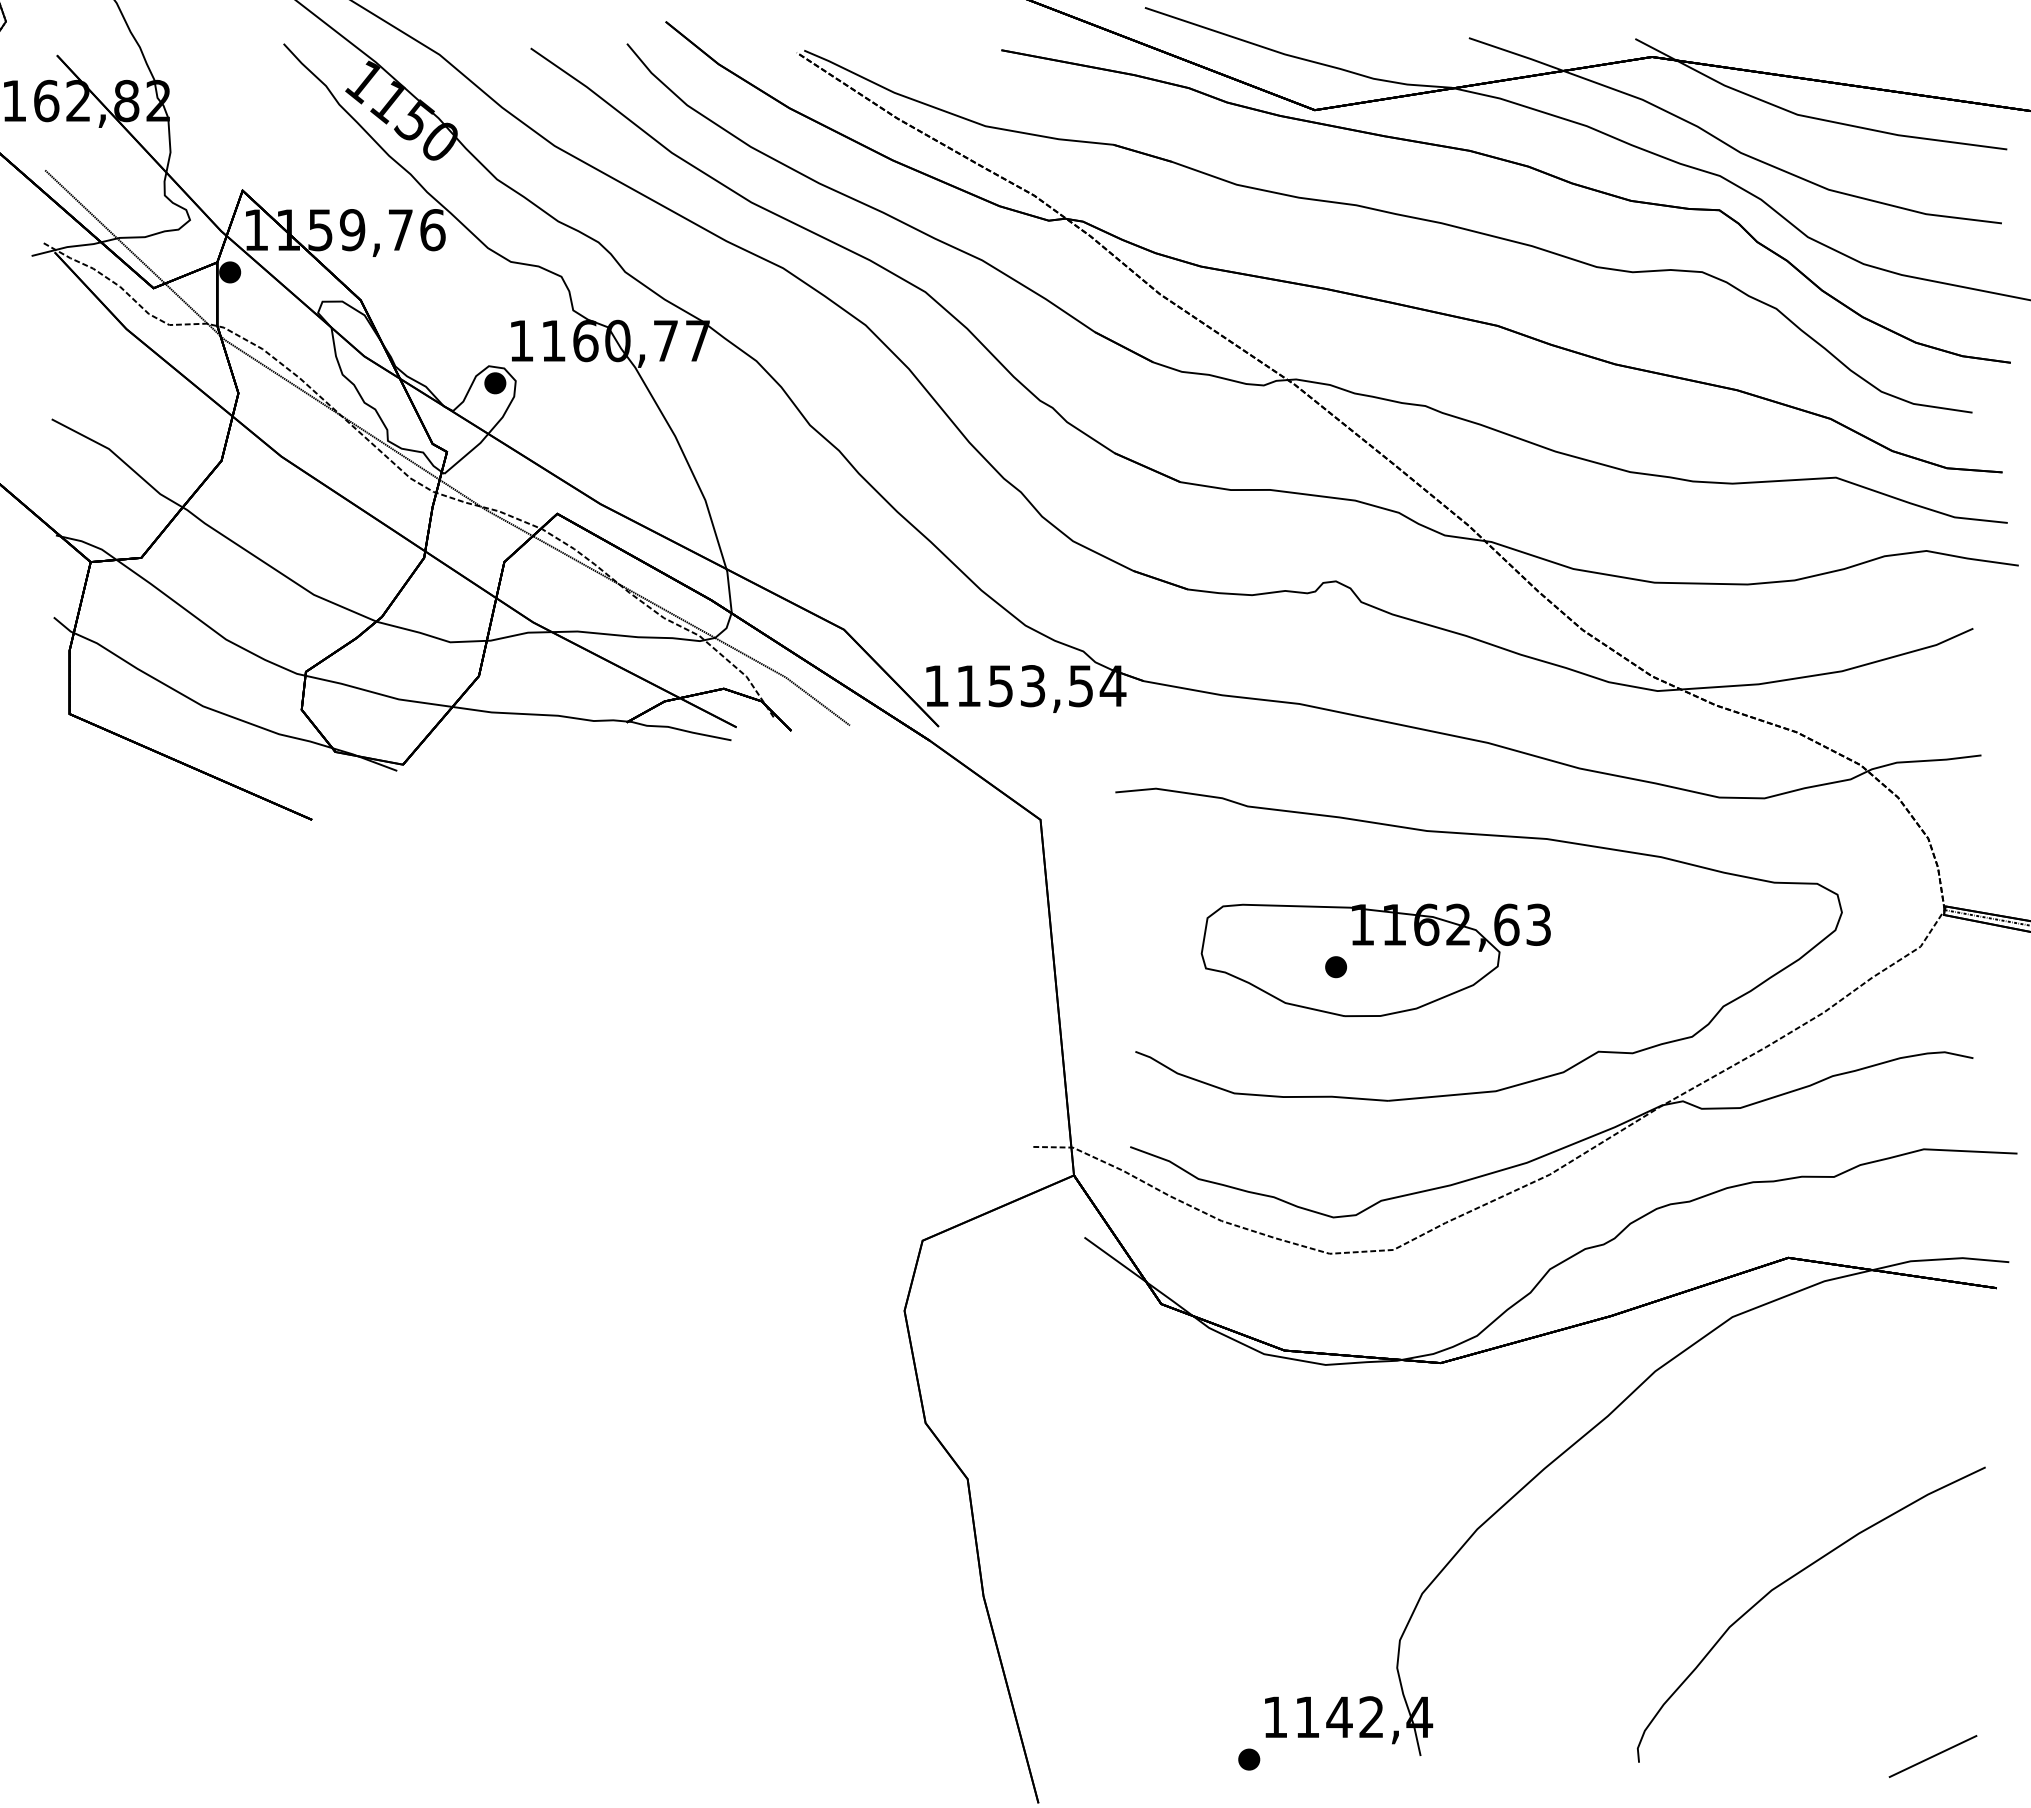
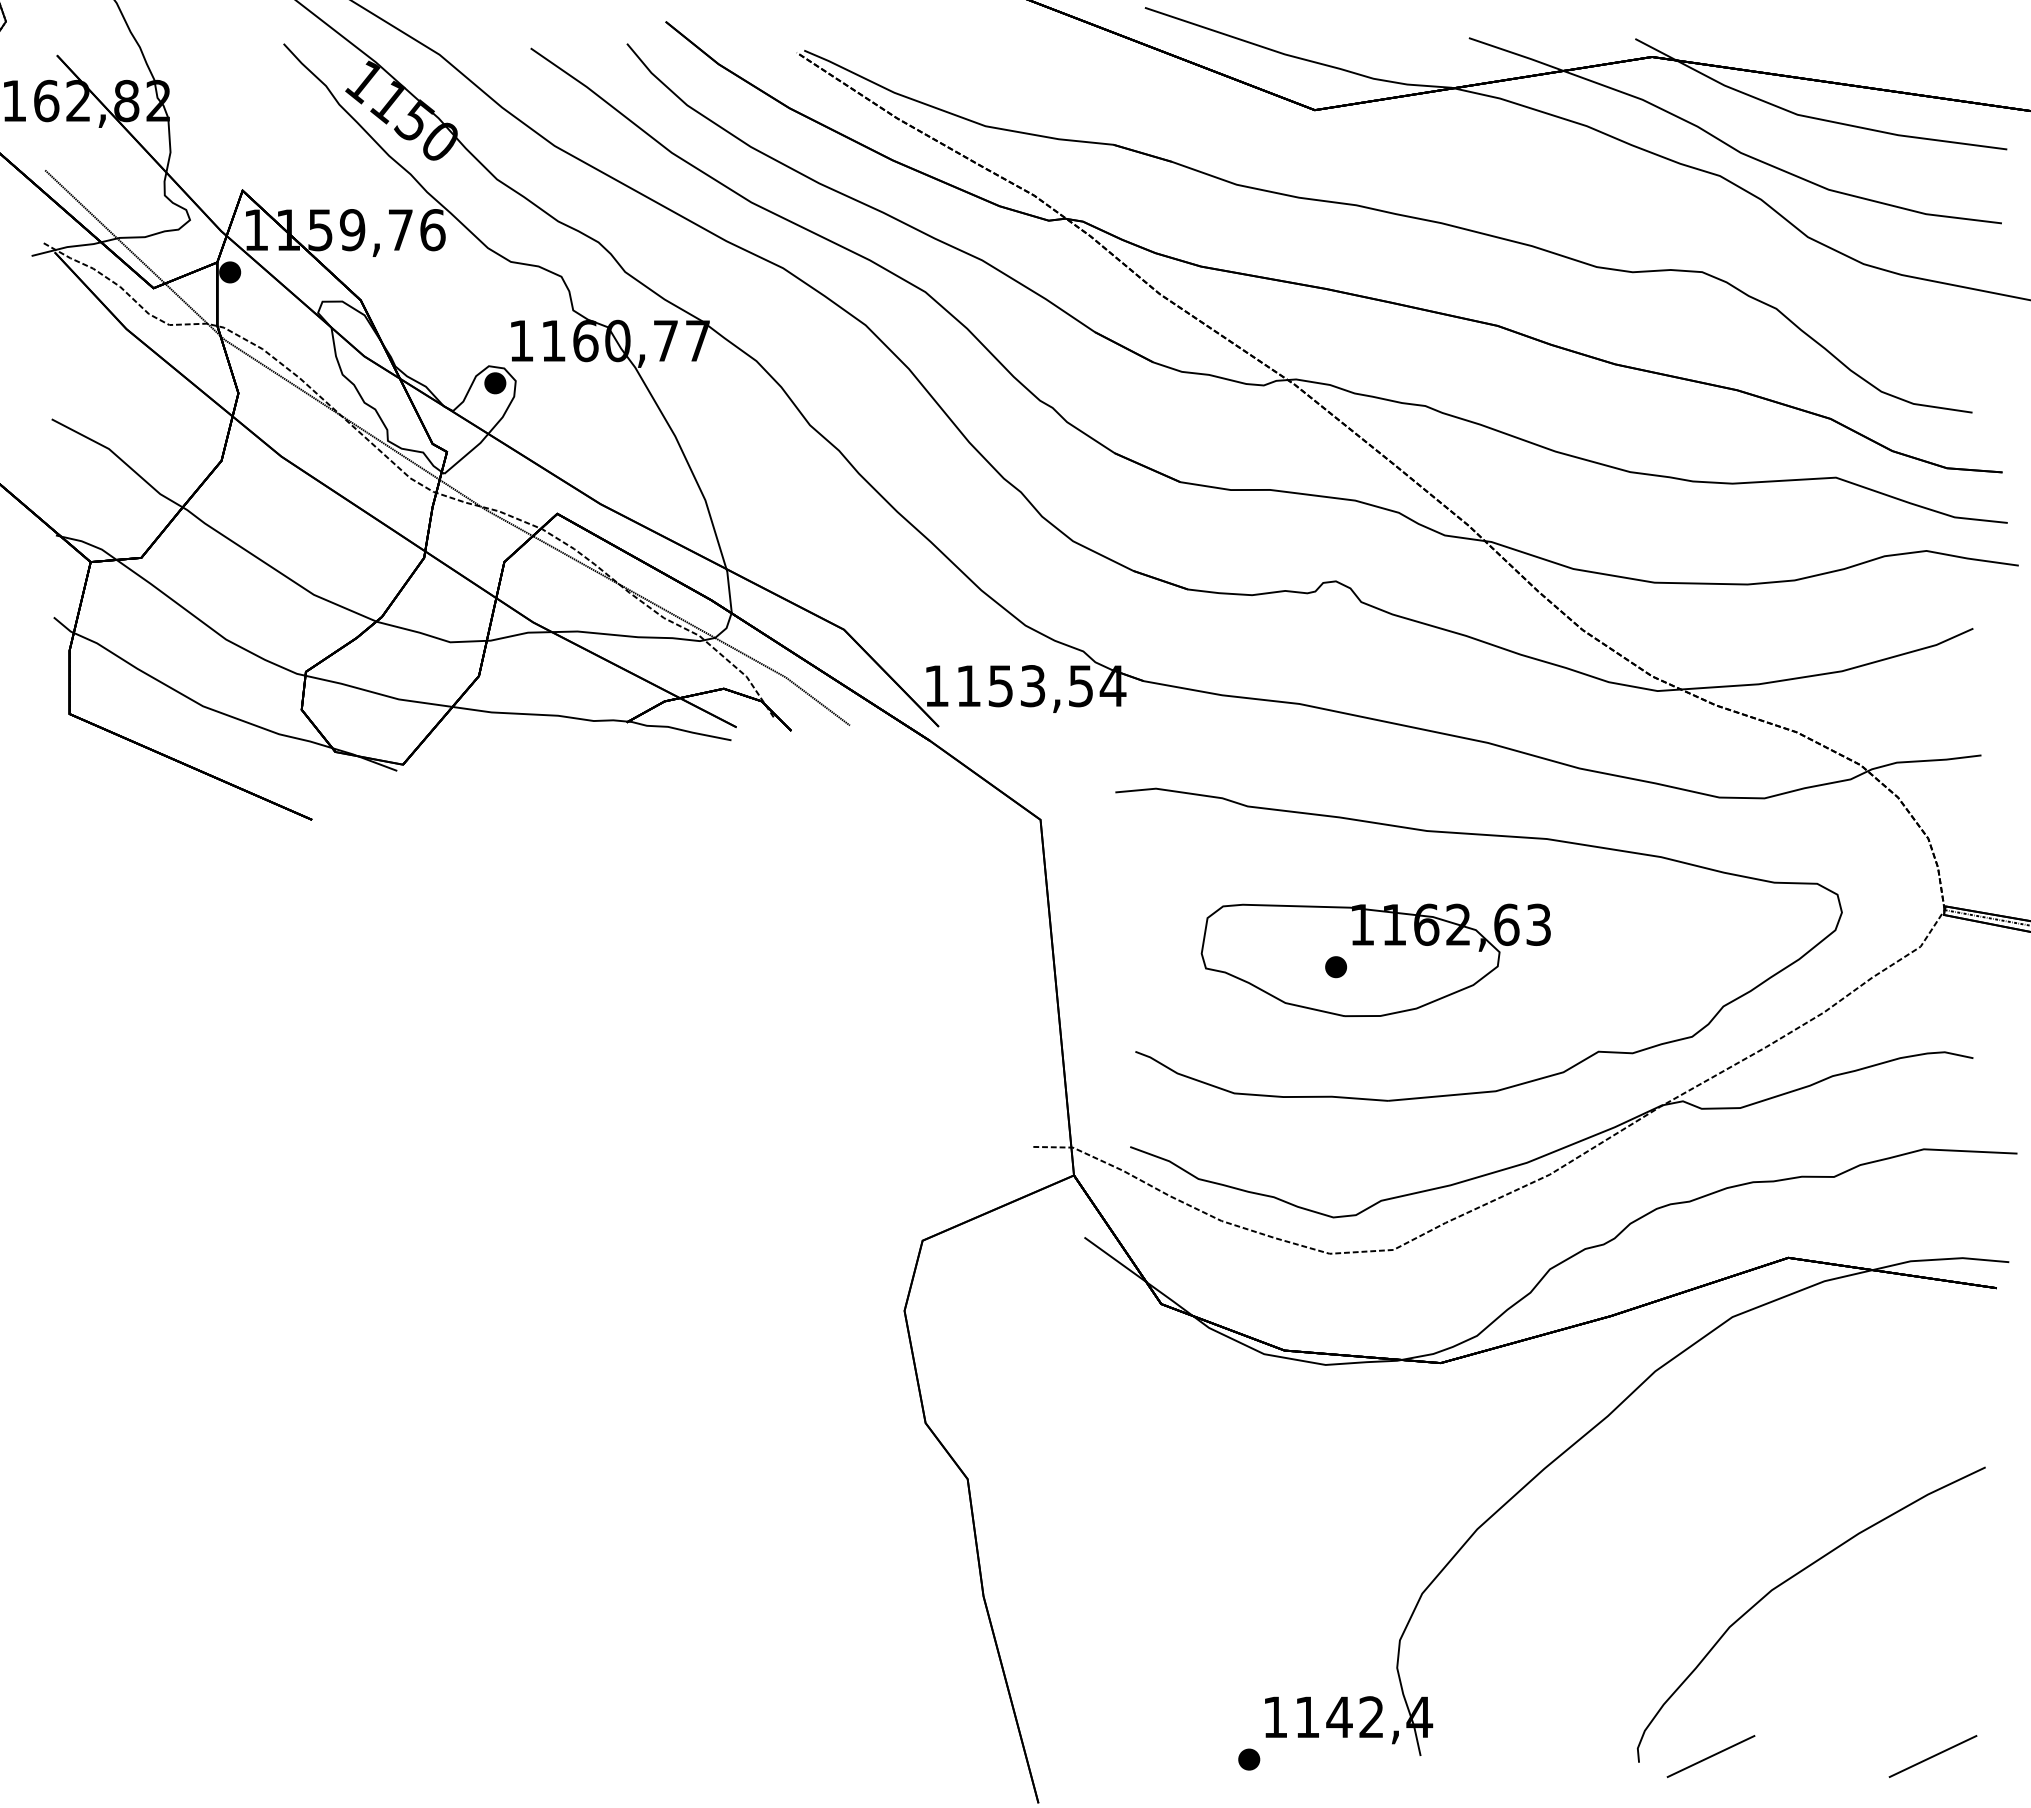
part at (1515, 164): present -> none
line at (1710, 1756): none -> present
